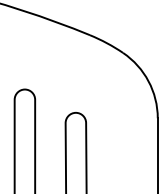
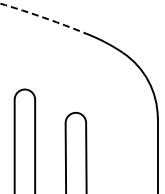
arc at (45, 18): solid -> dashed
